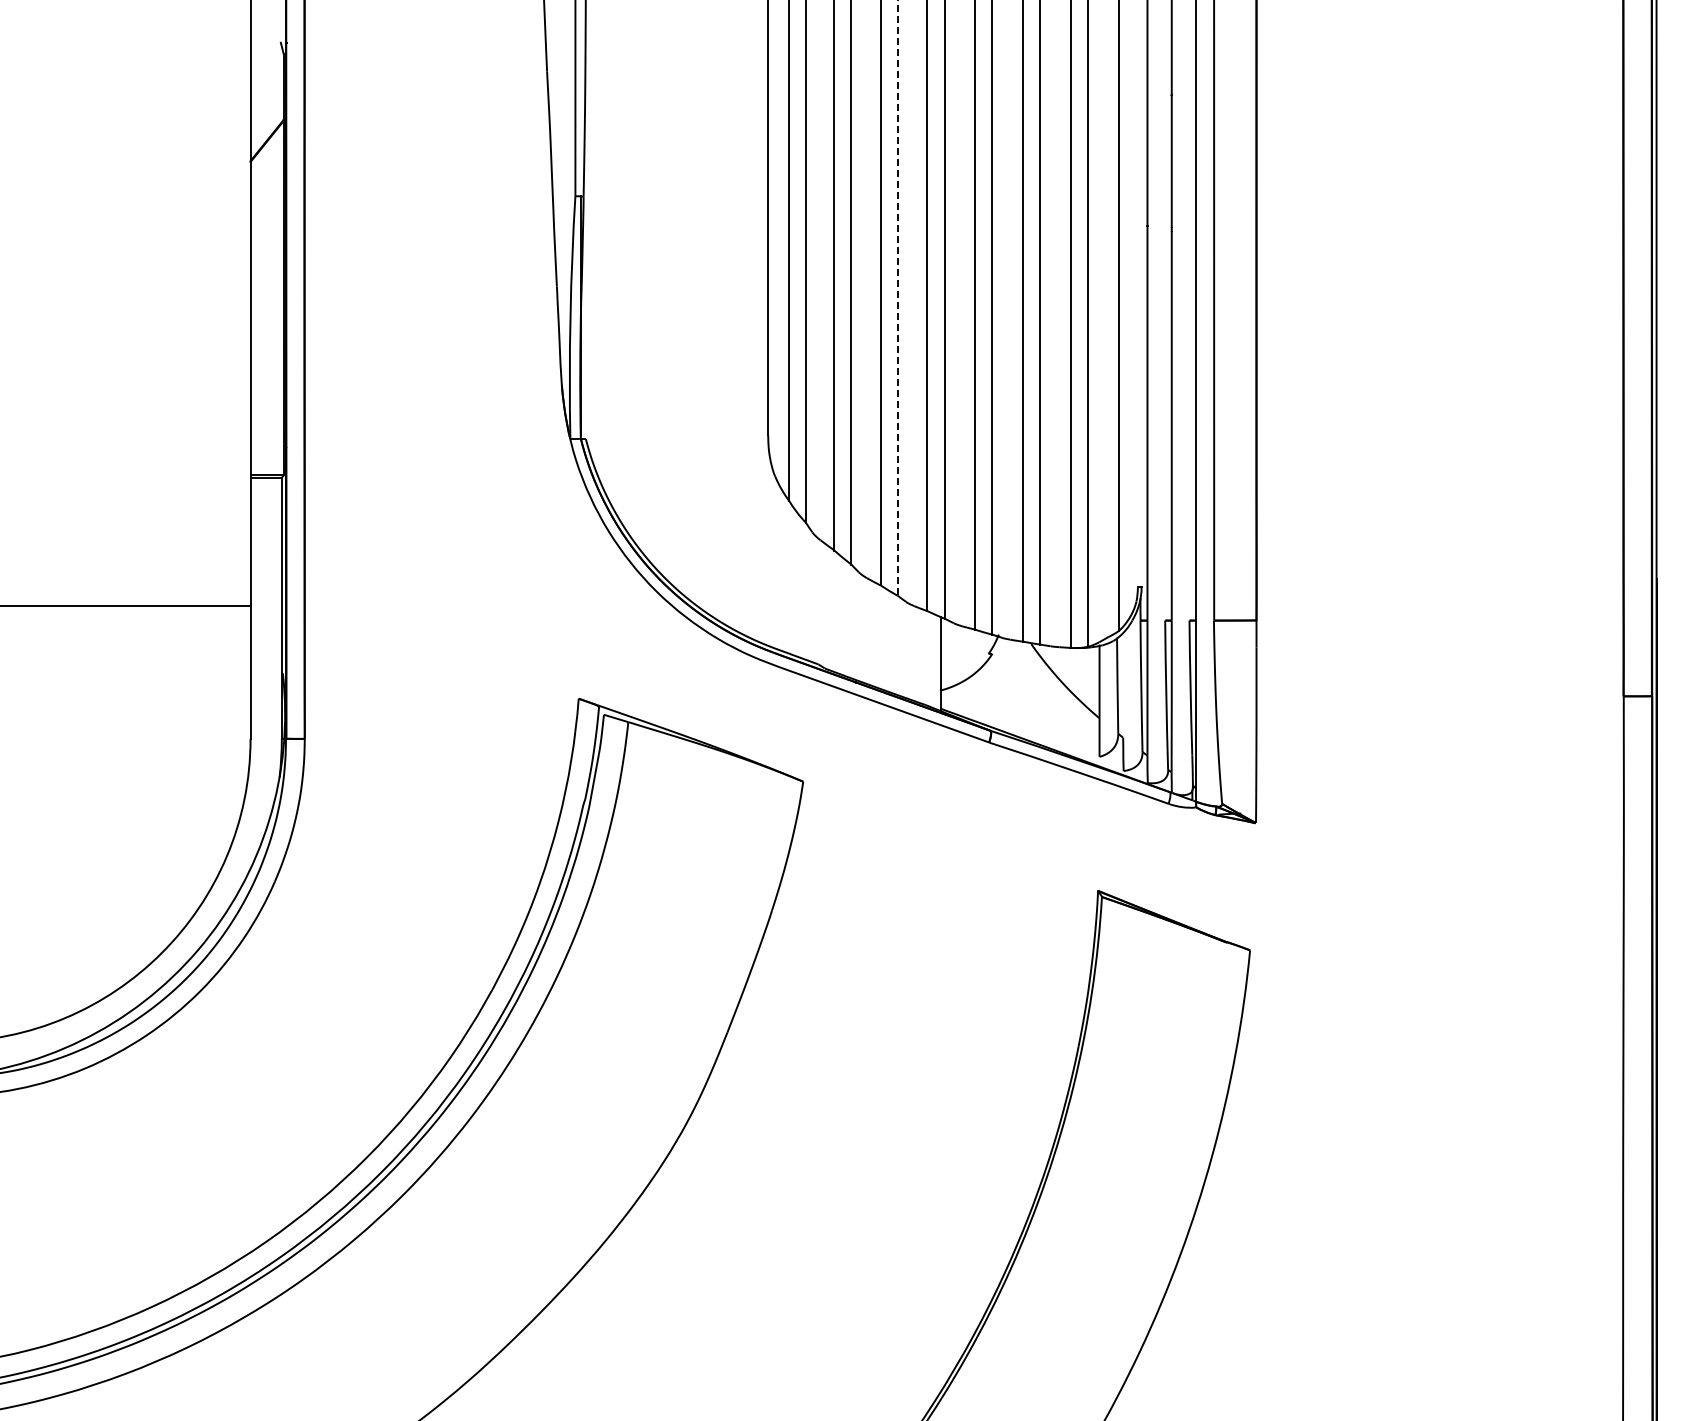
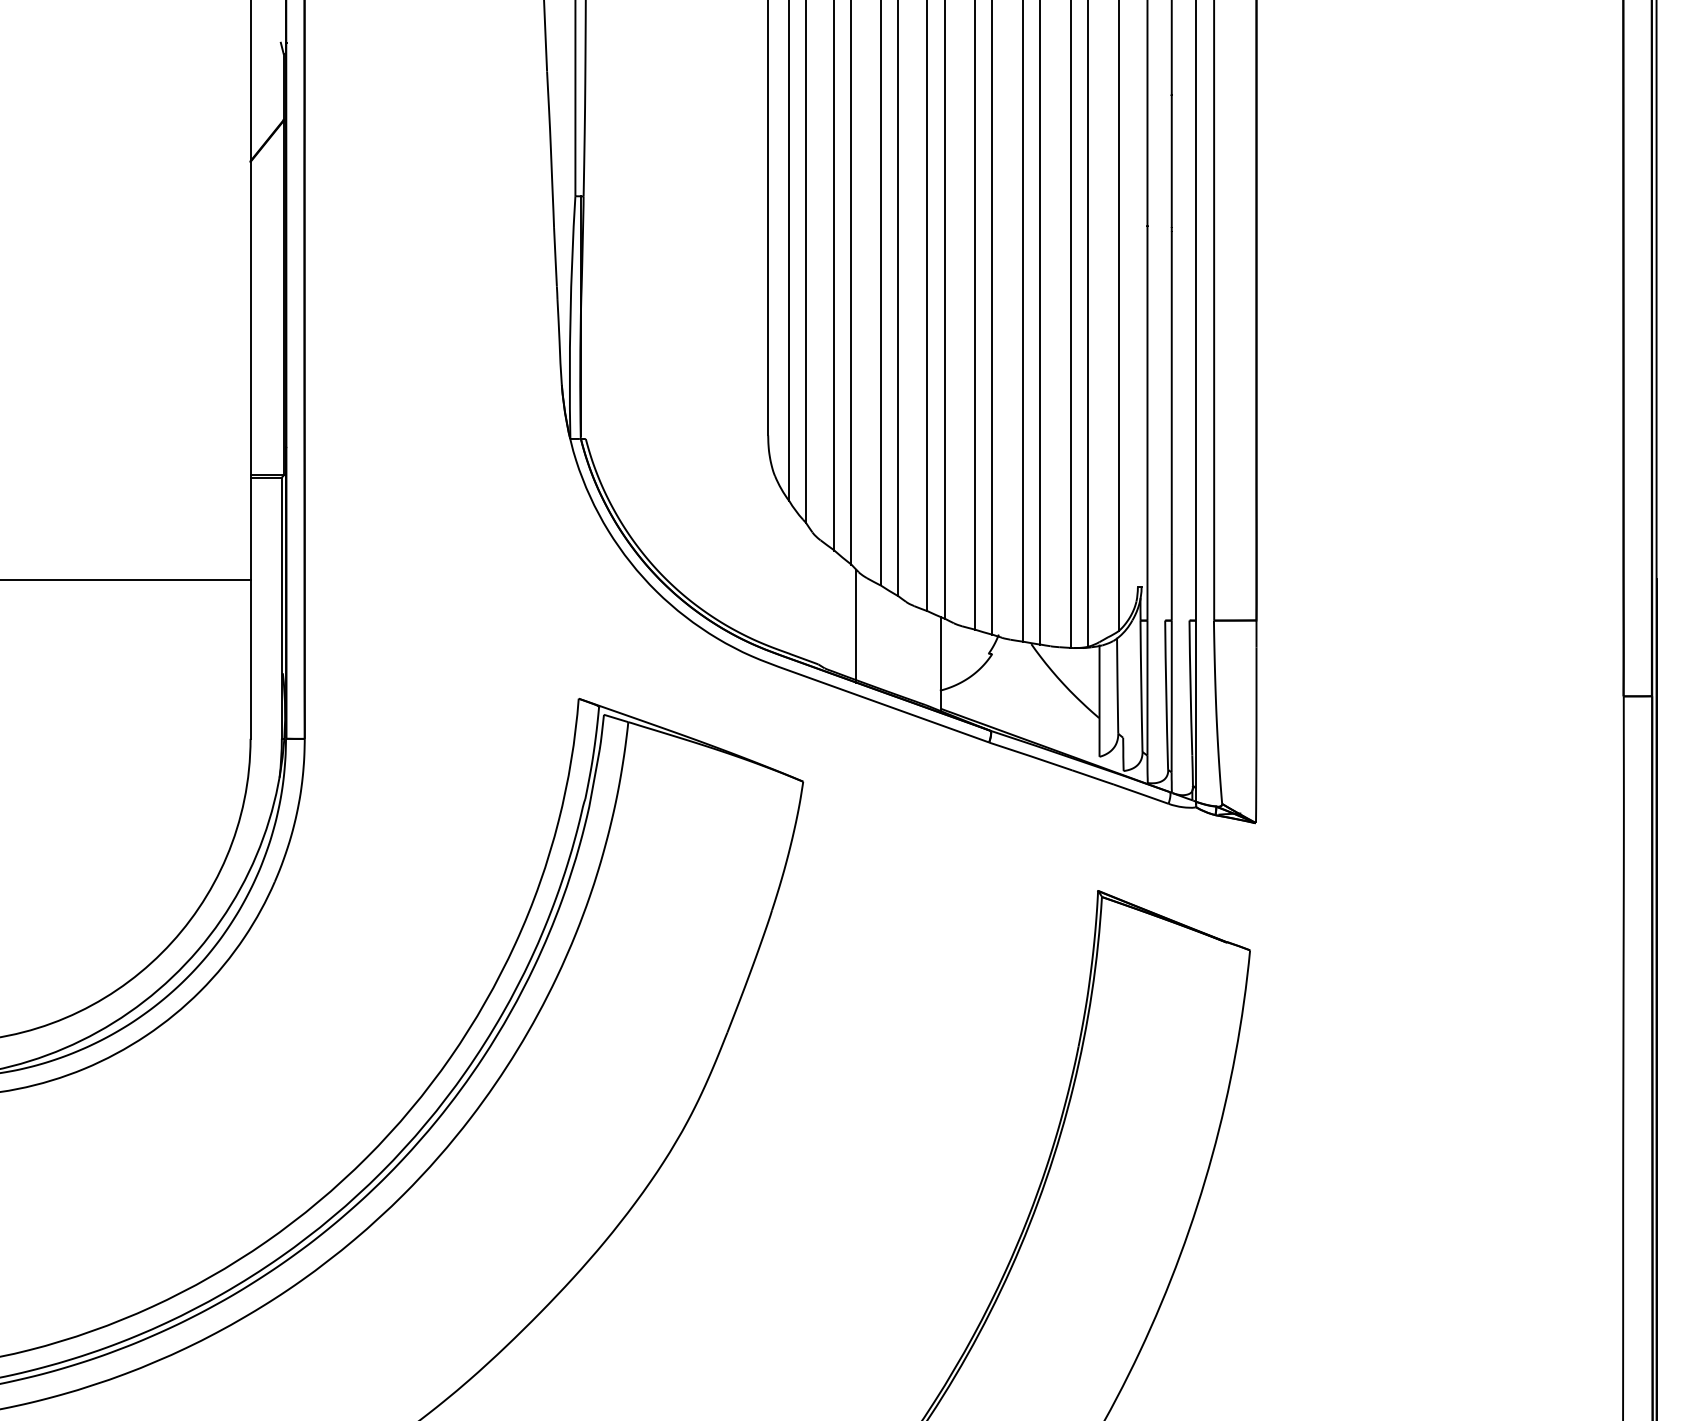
line at (897, 298): dashed -> solid
line at (126, 606) position: (126, 606) -> (126, 580)
line at (856, 624): none -> present
